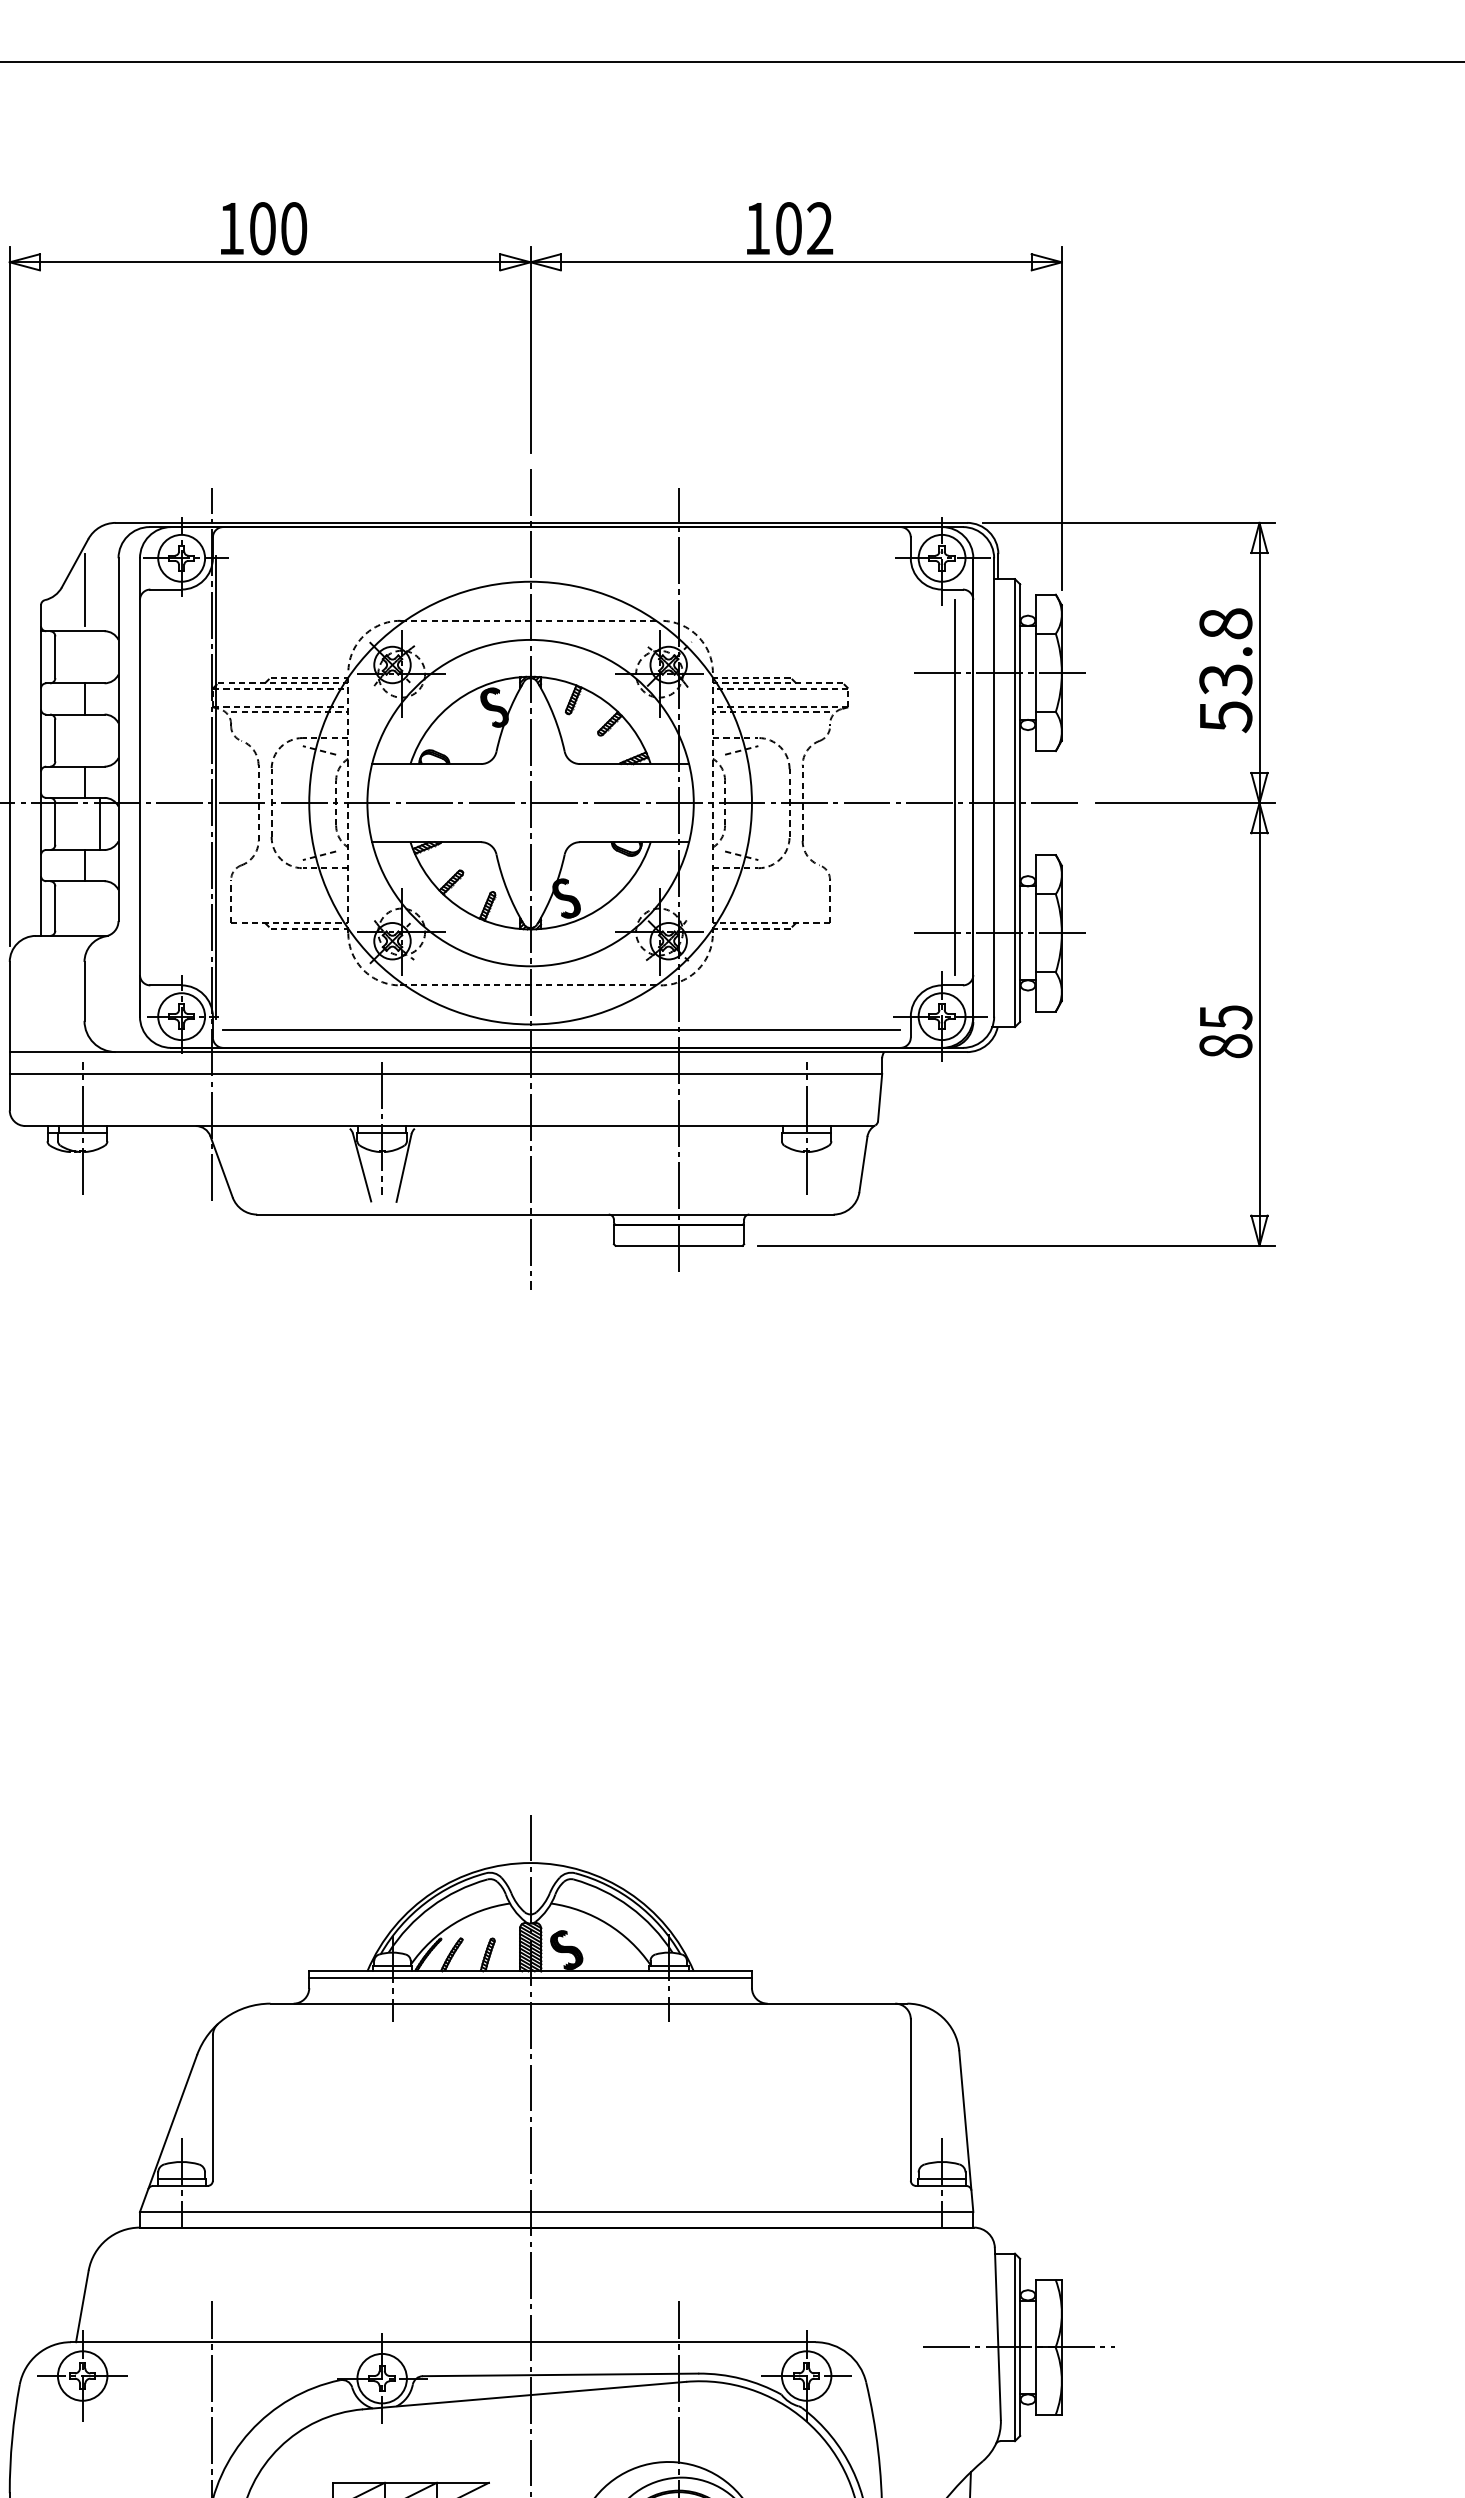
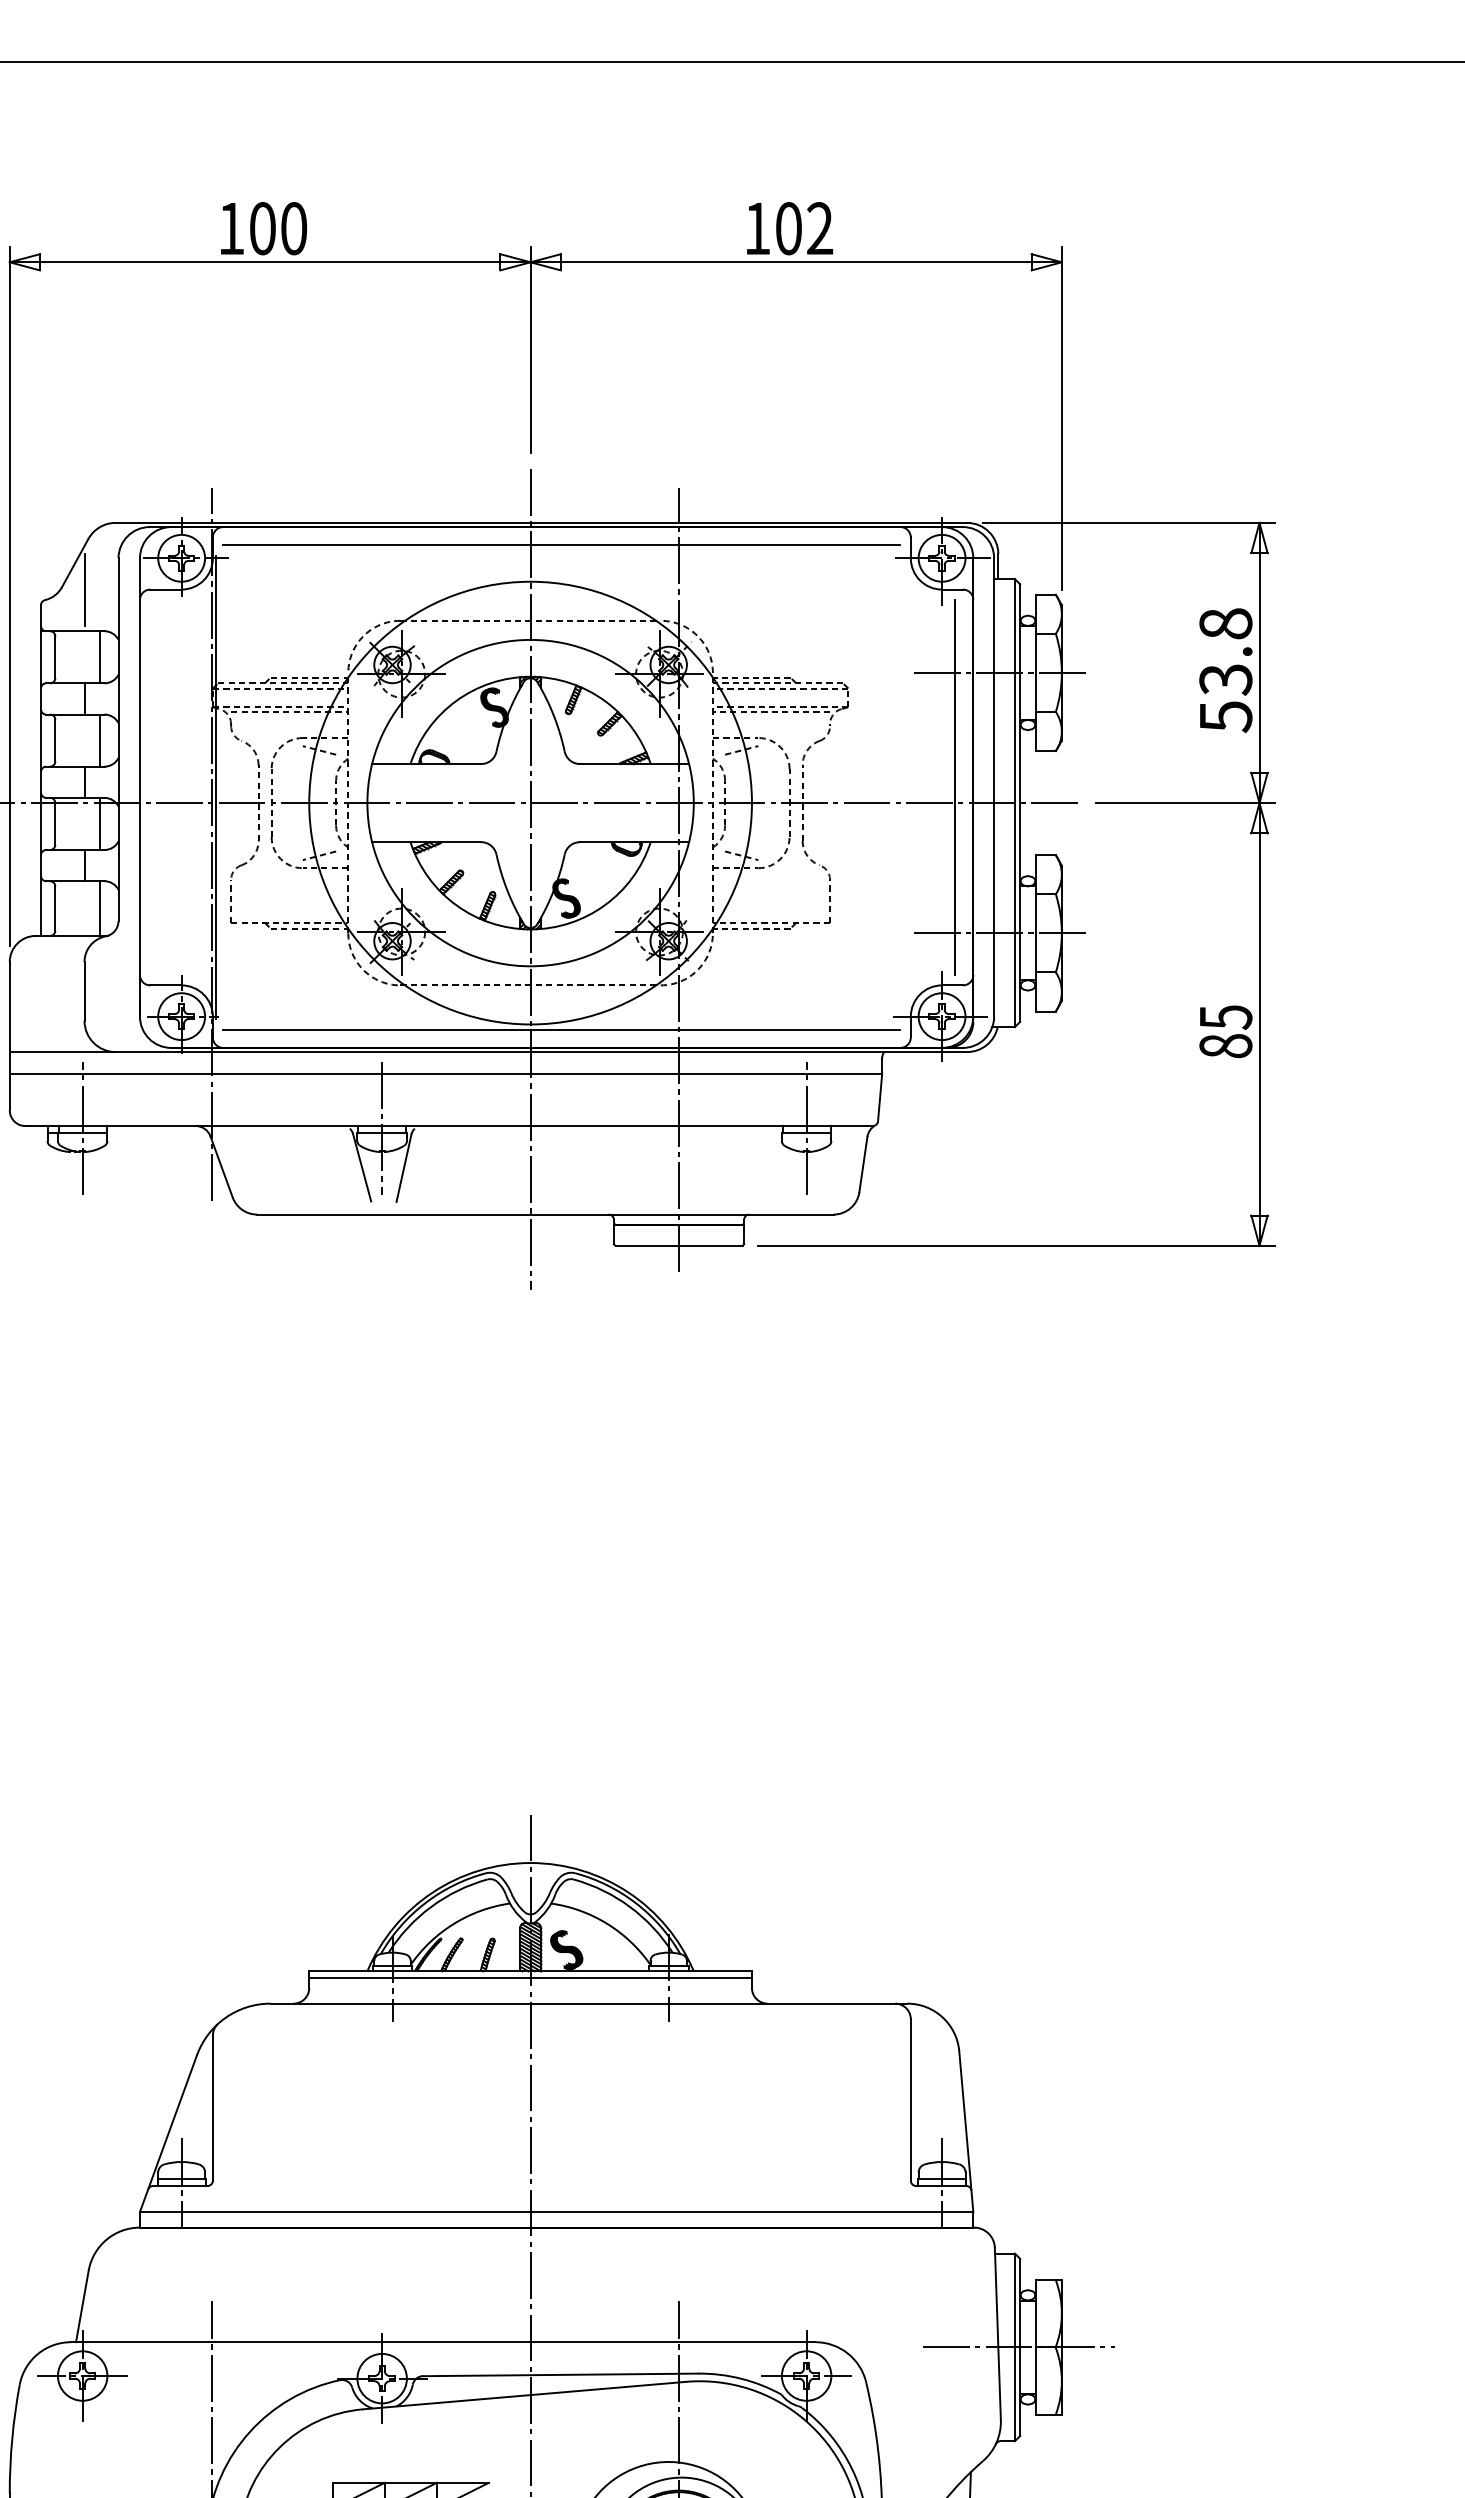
line at (561, 545): none -> present
line at (99, 657): none -> present
line at (99, 740): none -> present
line at (99, 908): none -> present
